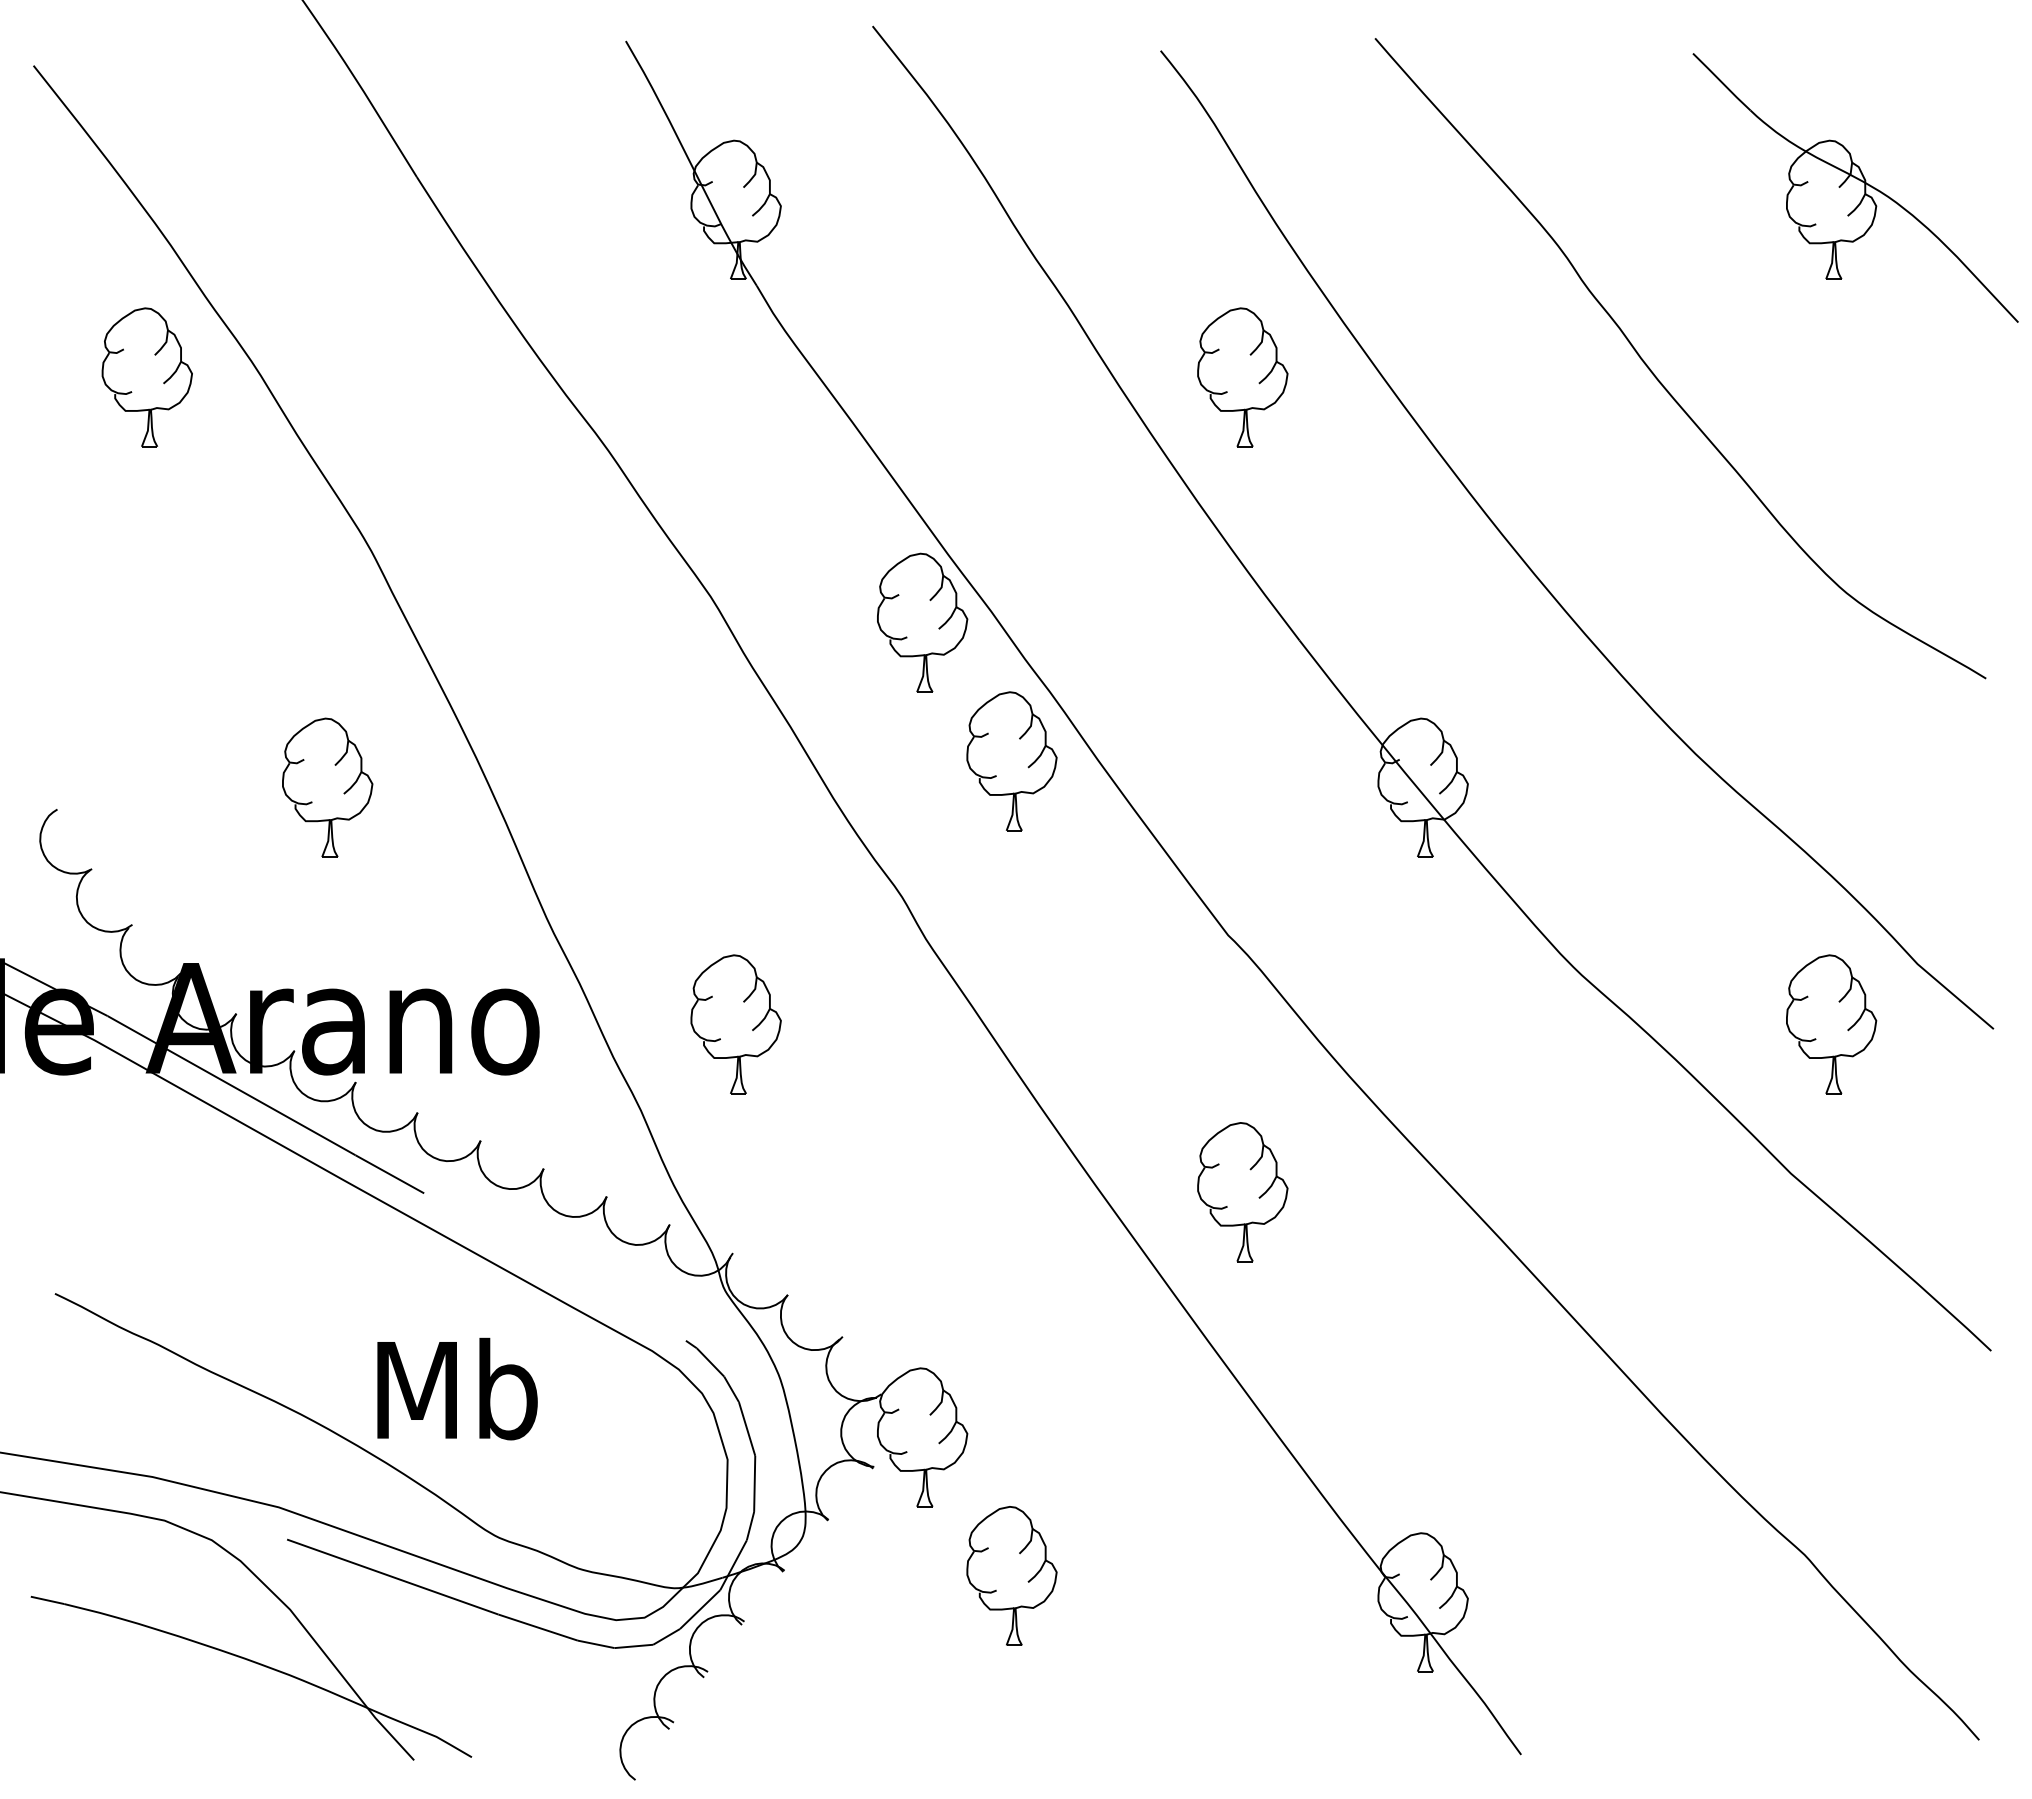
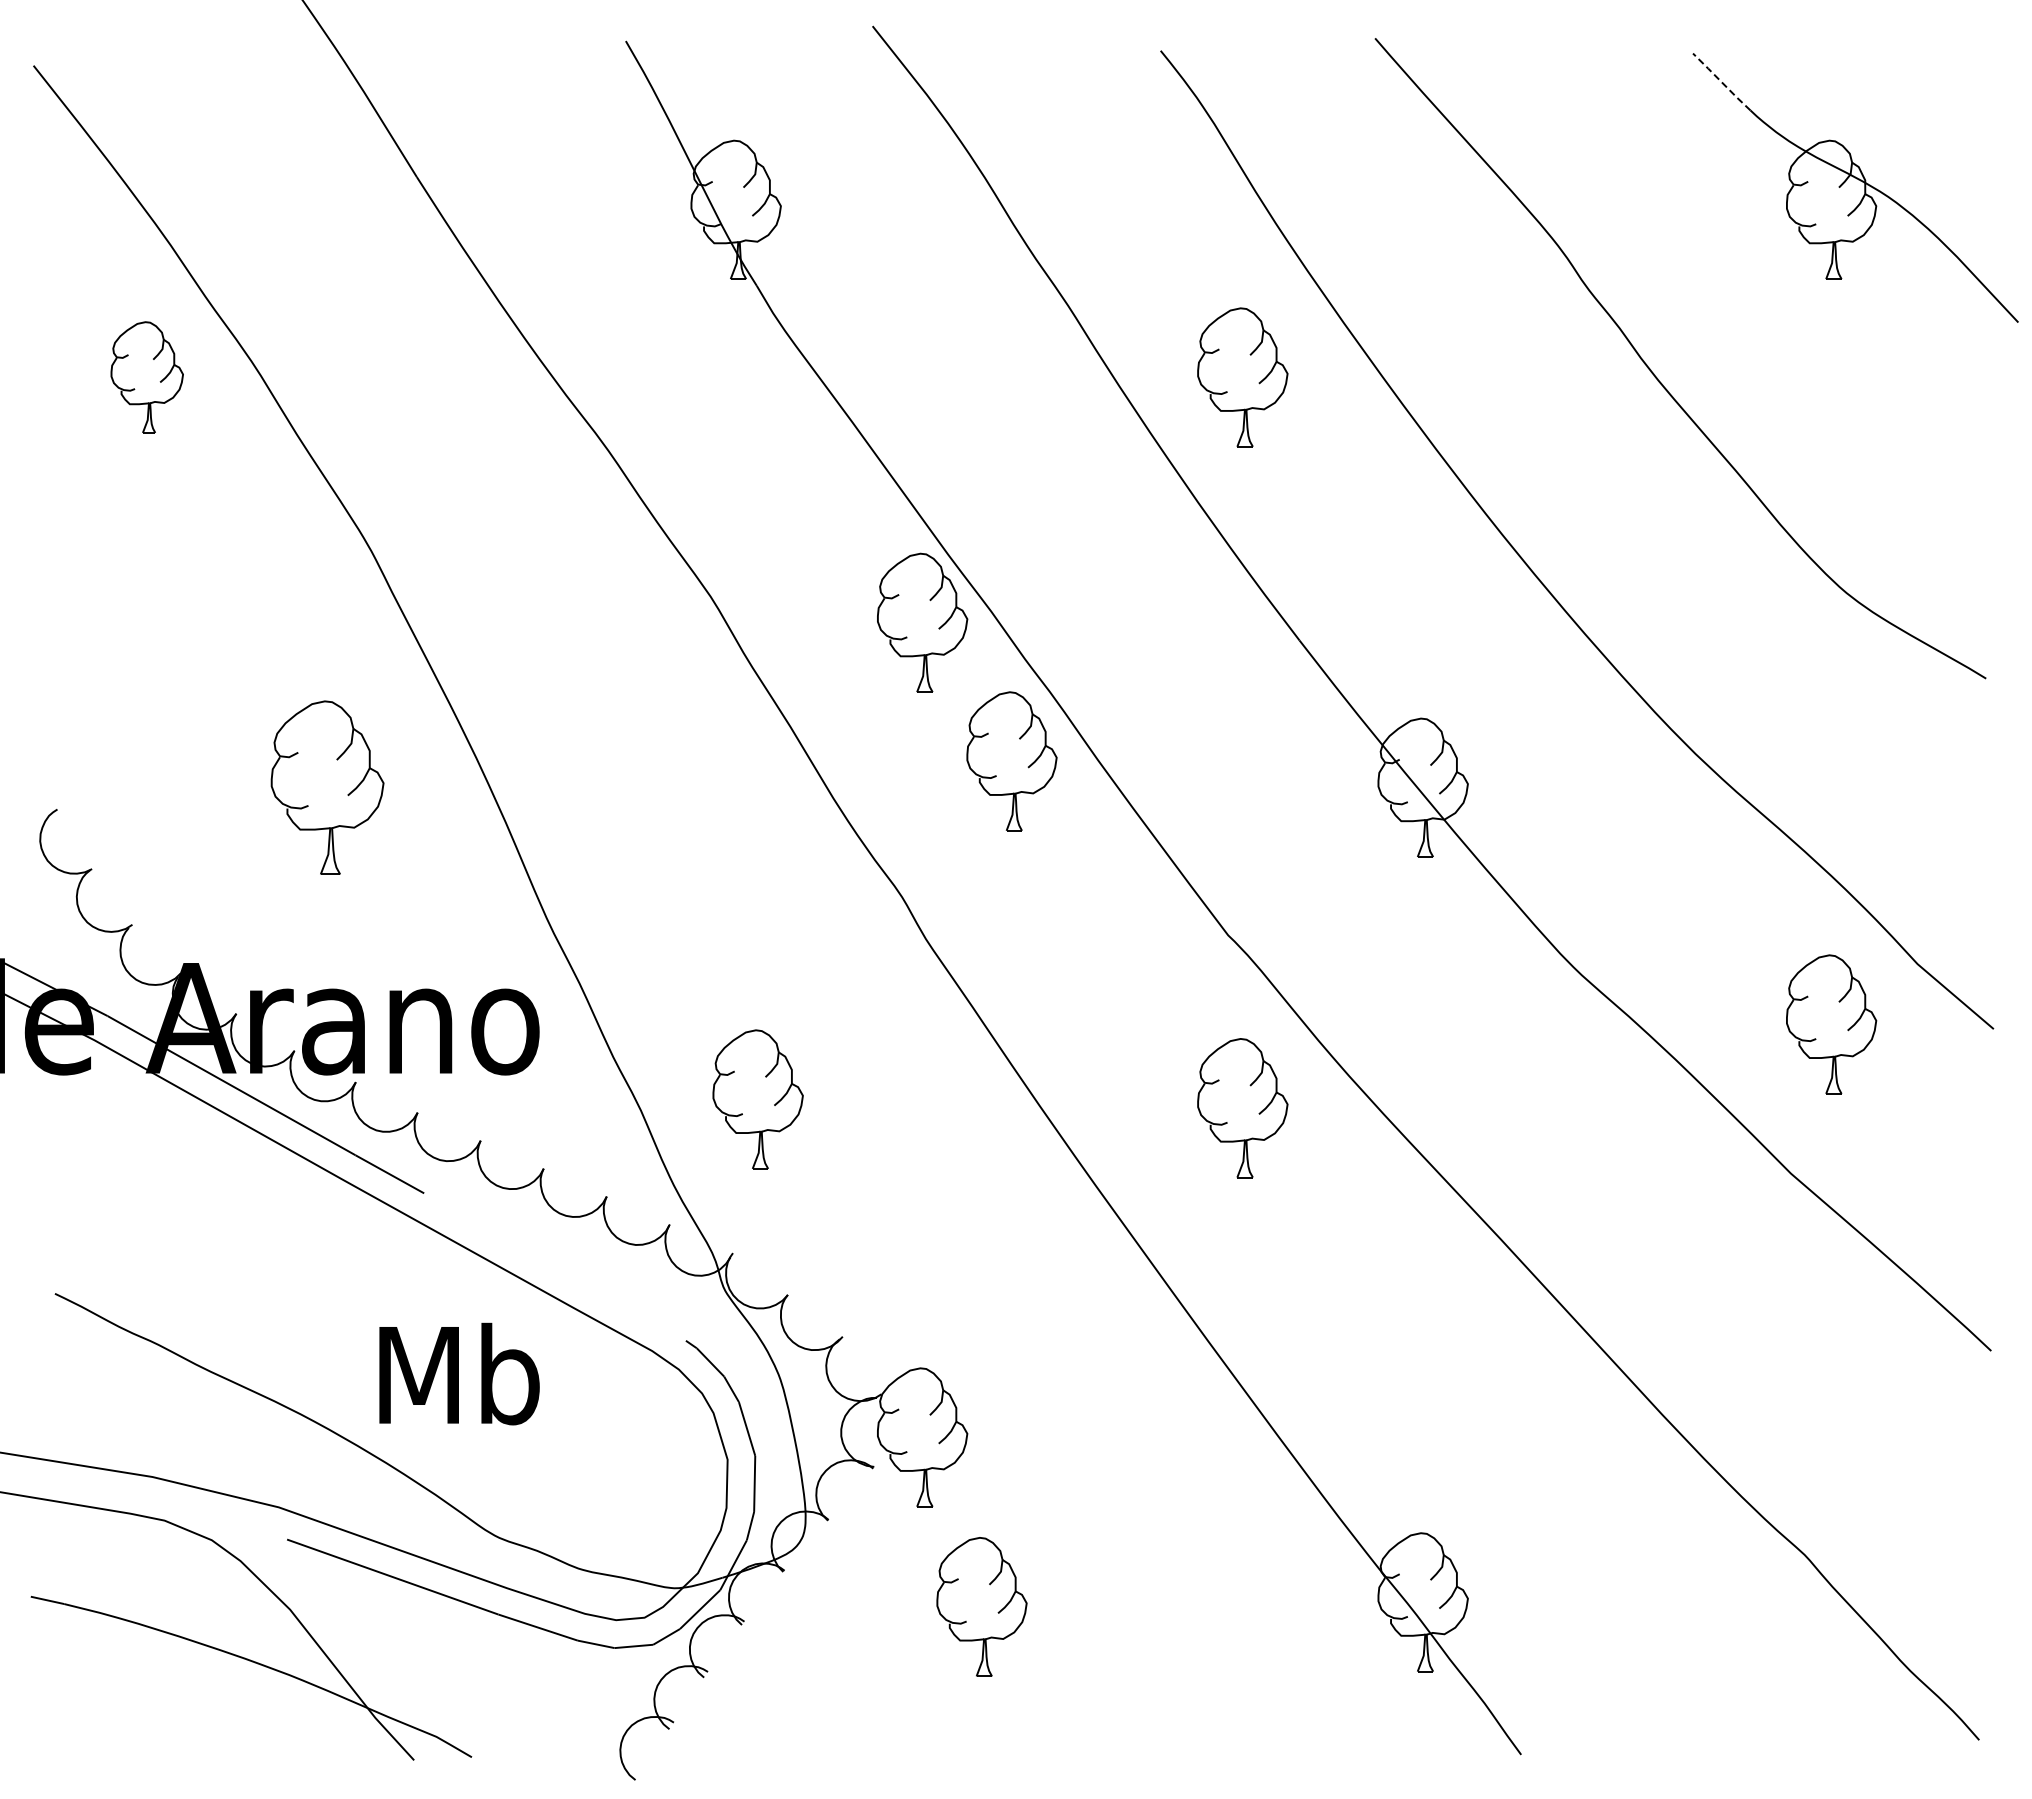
line at (1721, 82): solid -> dashed
part at (146, 377) size: 92x141 px -> 74x113 px
part at (327, 787) size: 92x141 px -> 115x175 px
part at (735, 1024) position: (735, 1024) -> (757, 1099)
part at (1242, 1192) position: (1242, 1192) -> (1242, 1108)
text at (457, 1388) position: (457, 1388) -> (459, 1373)
part at (1011, 1575) position: (1011, 1575) -> (981, 1606)
